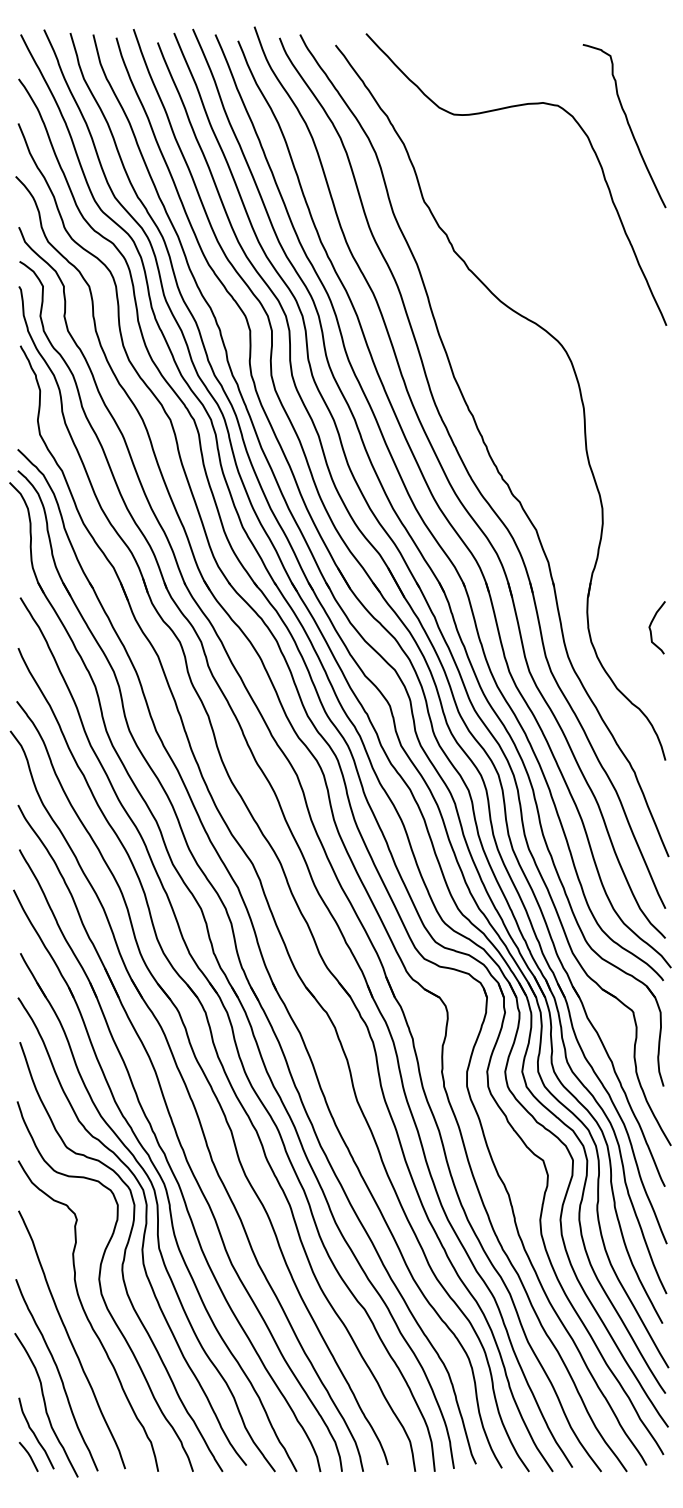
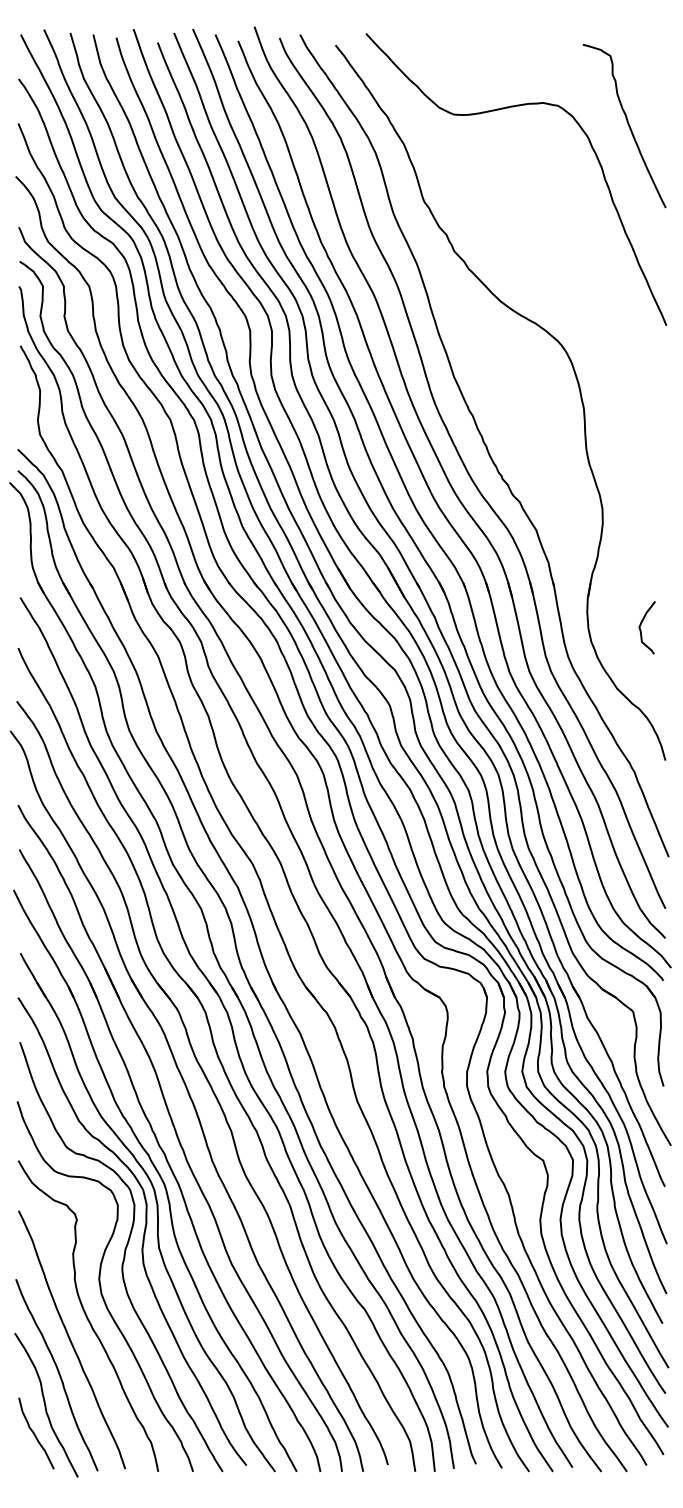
curve at (651, 625) position: (651, 625) -> (641, 625)
line at (28, 1455): present -> none
